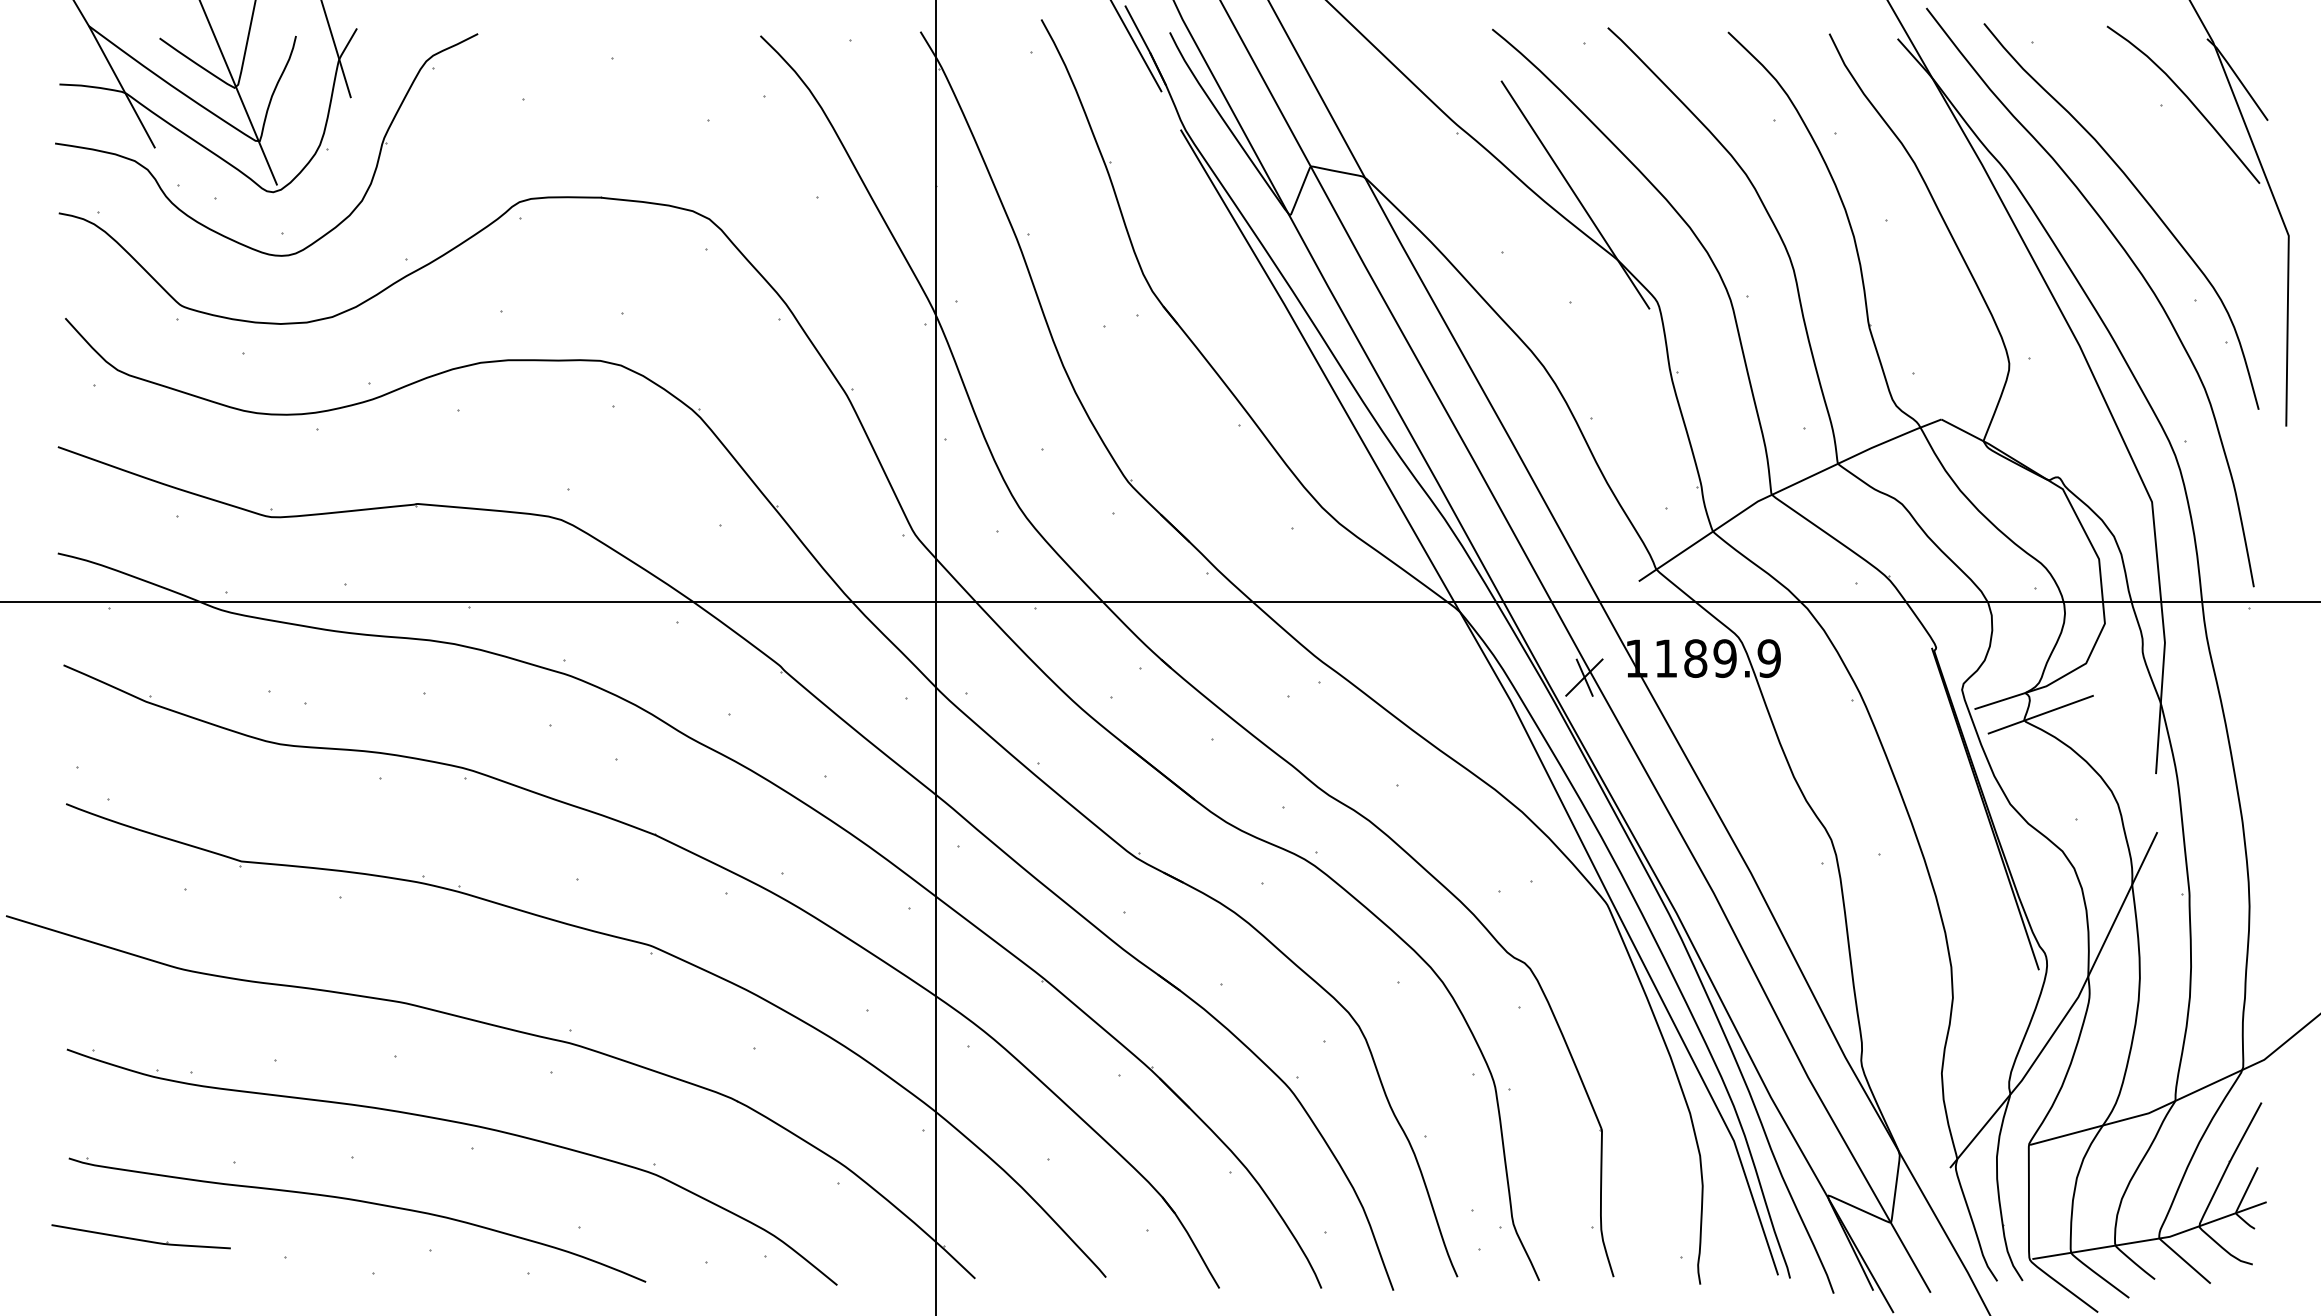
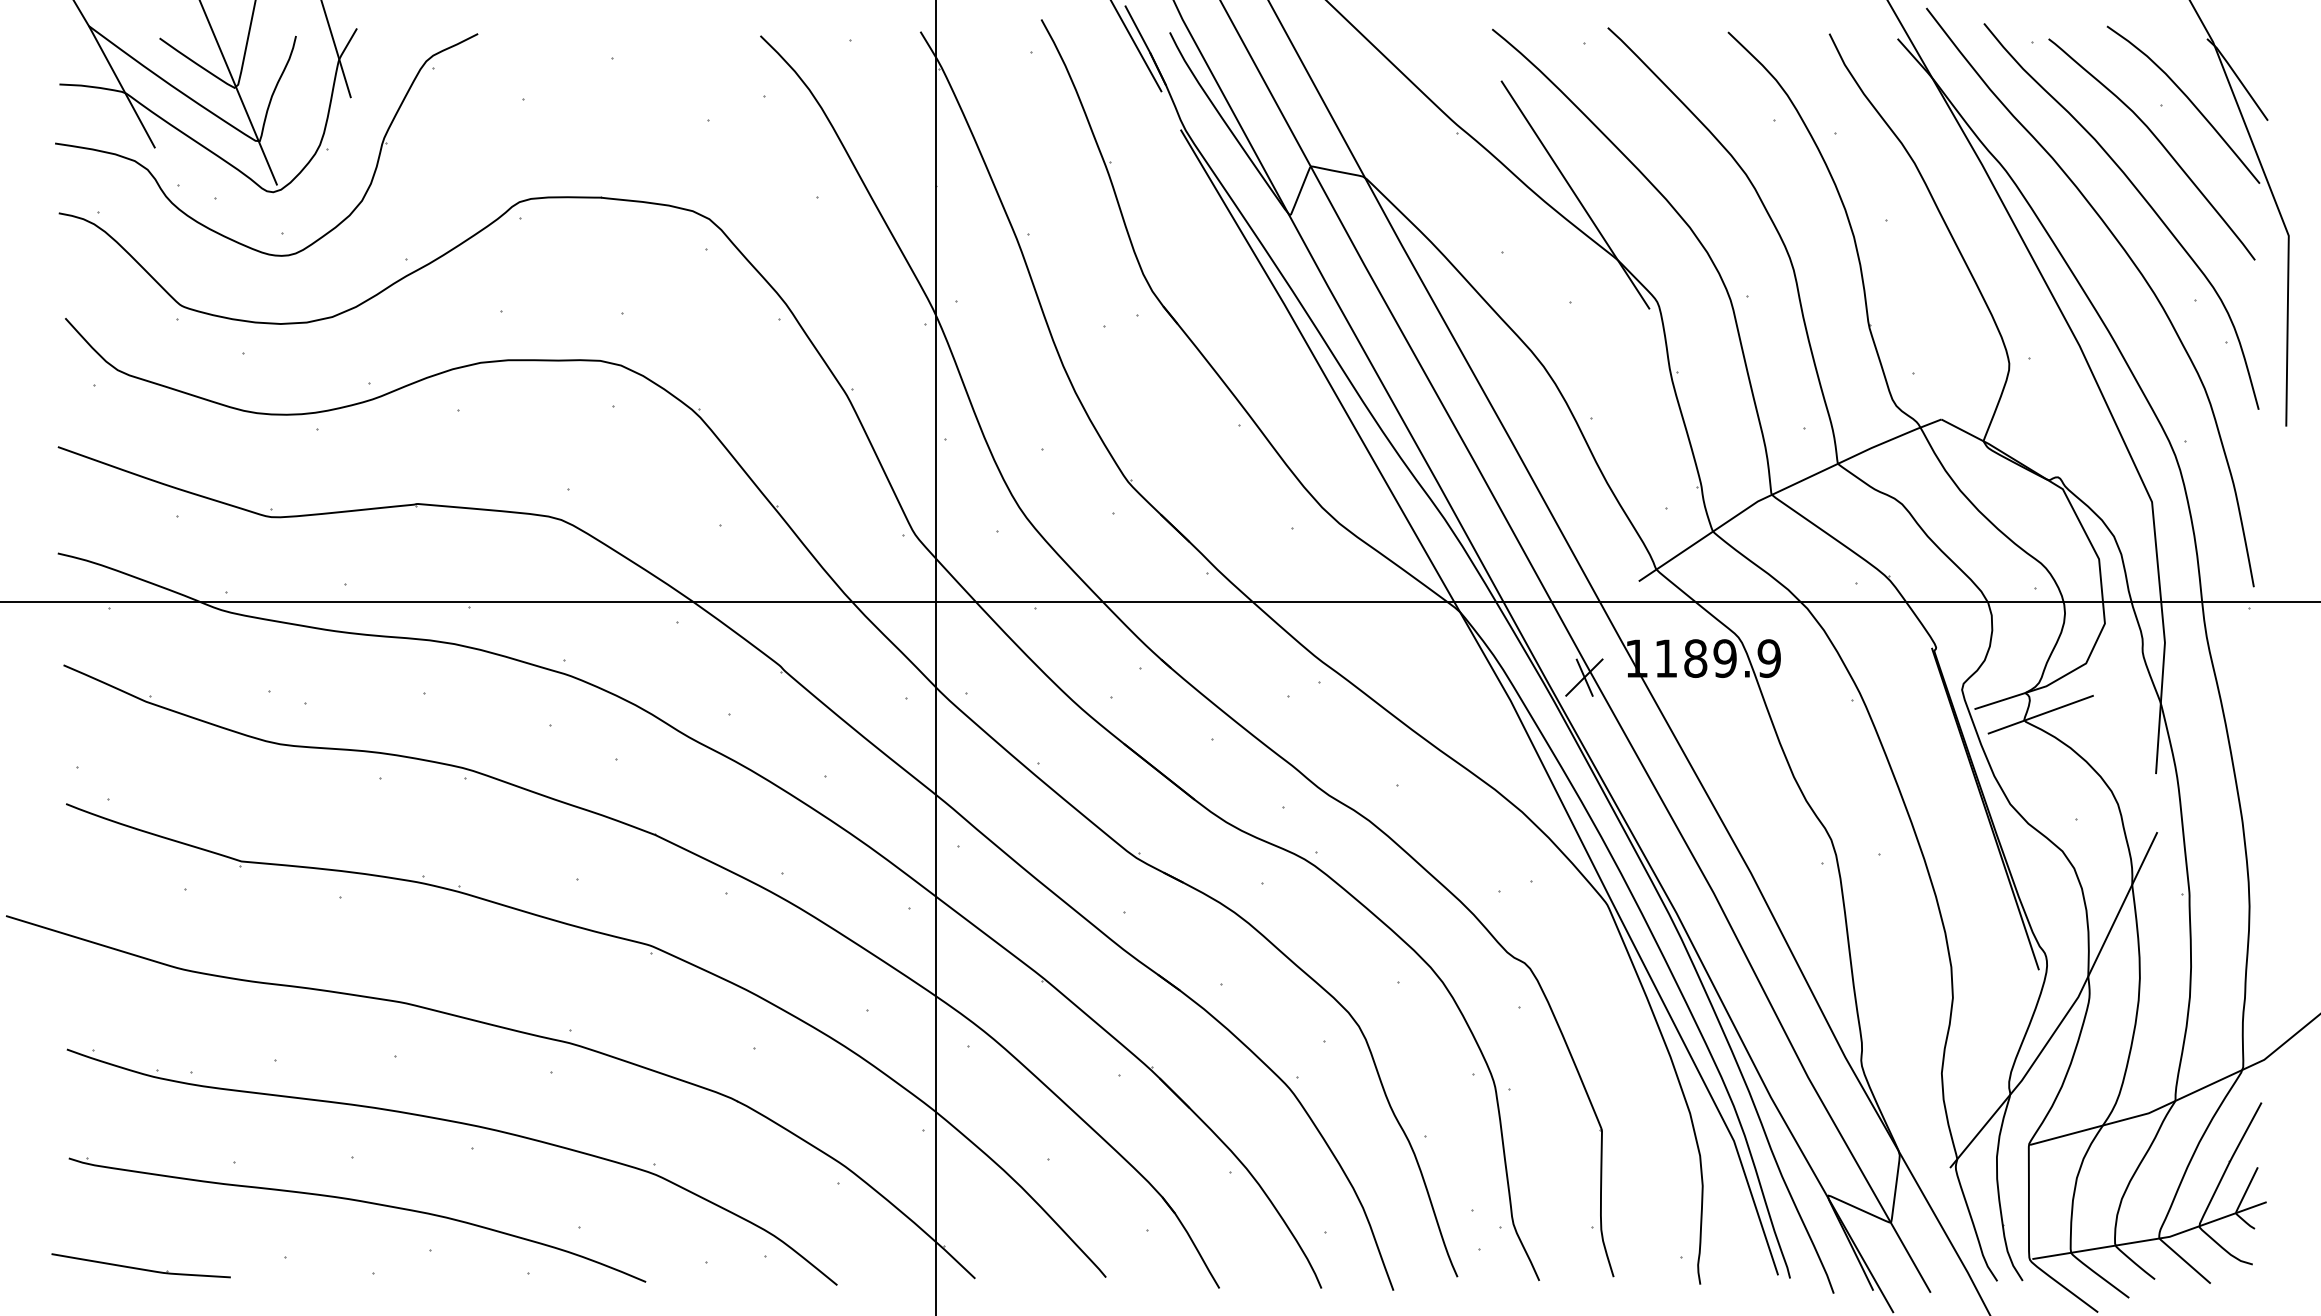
curve at (2160, 144): none -> present
part at (140, 1236) position: (140, 1236) -> (140, 1265)
